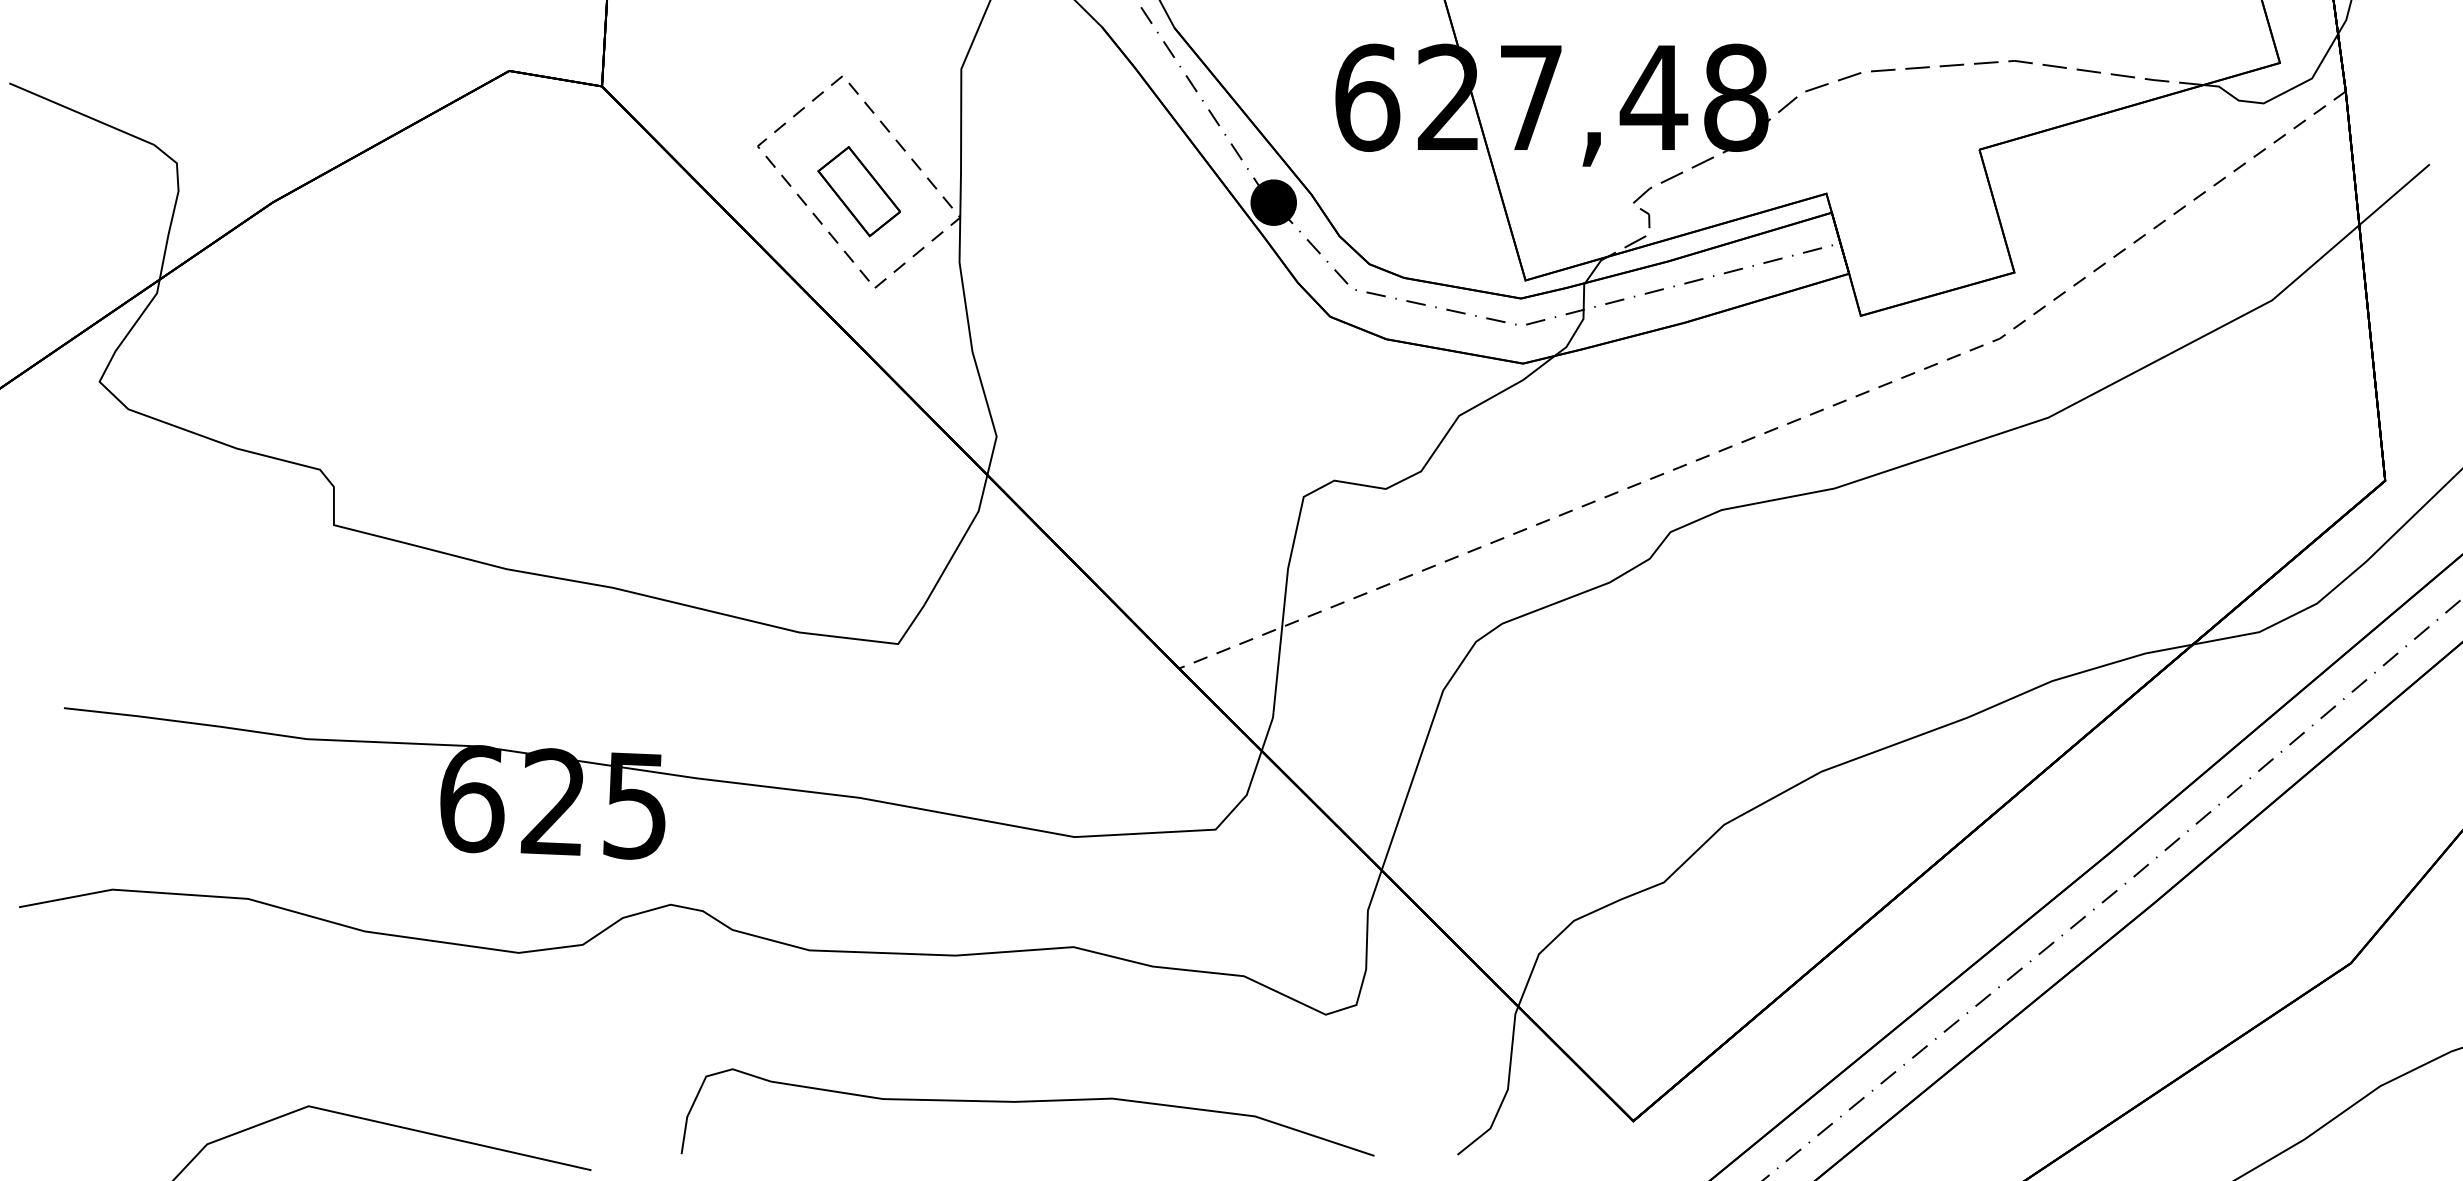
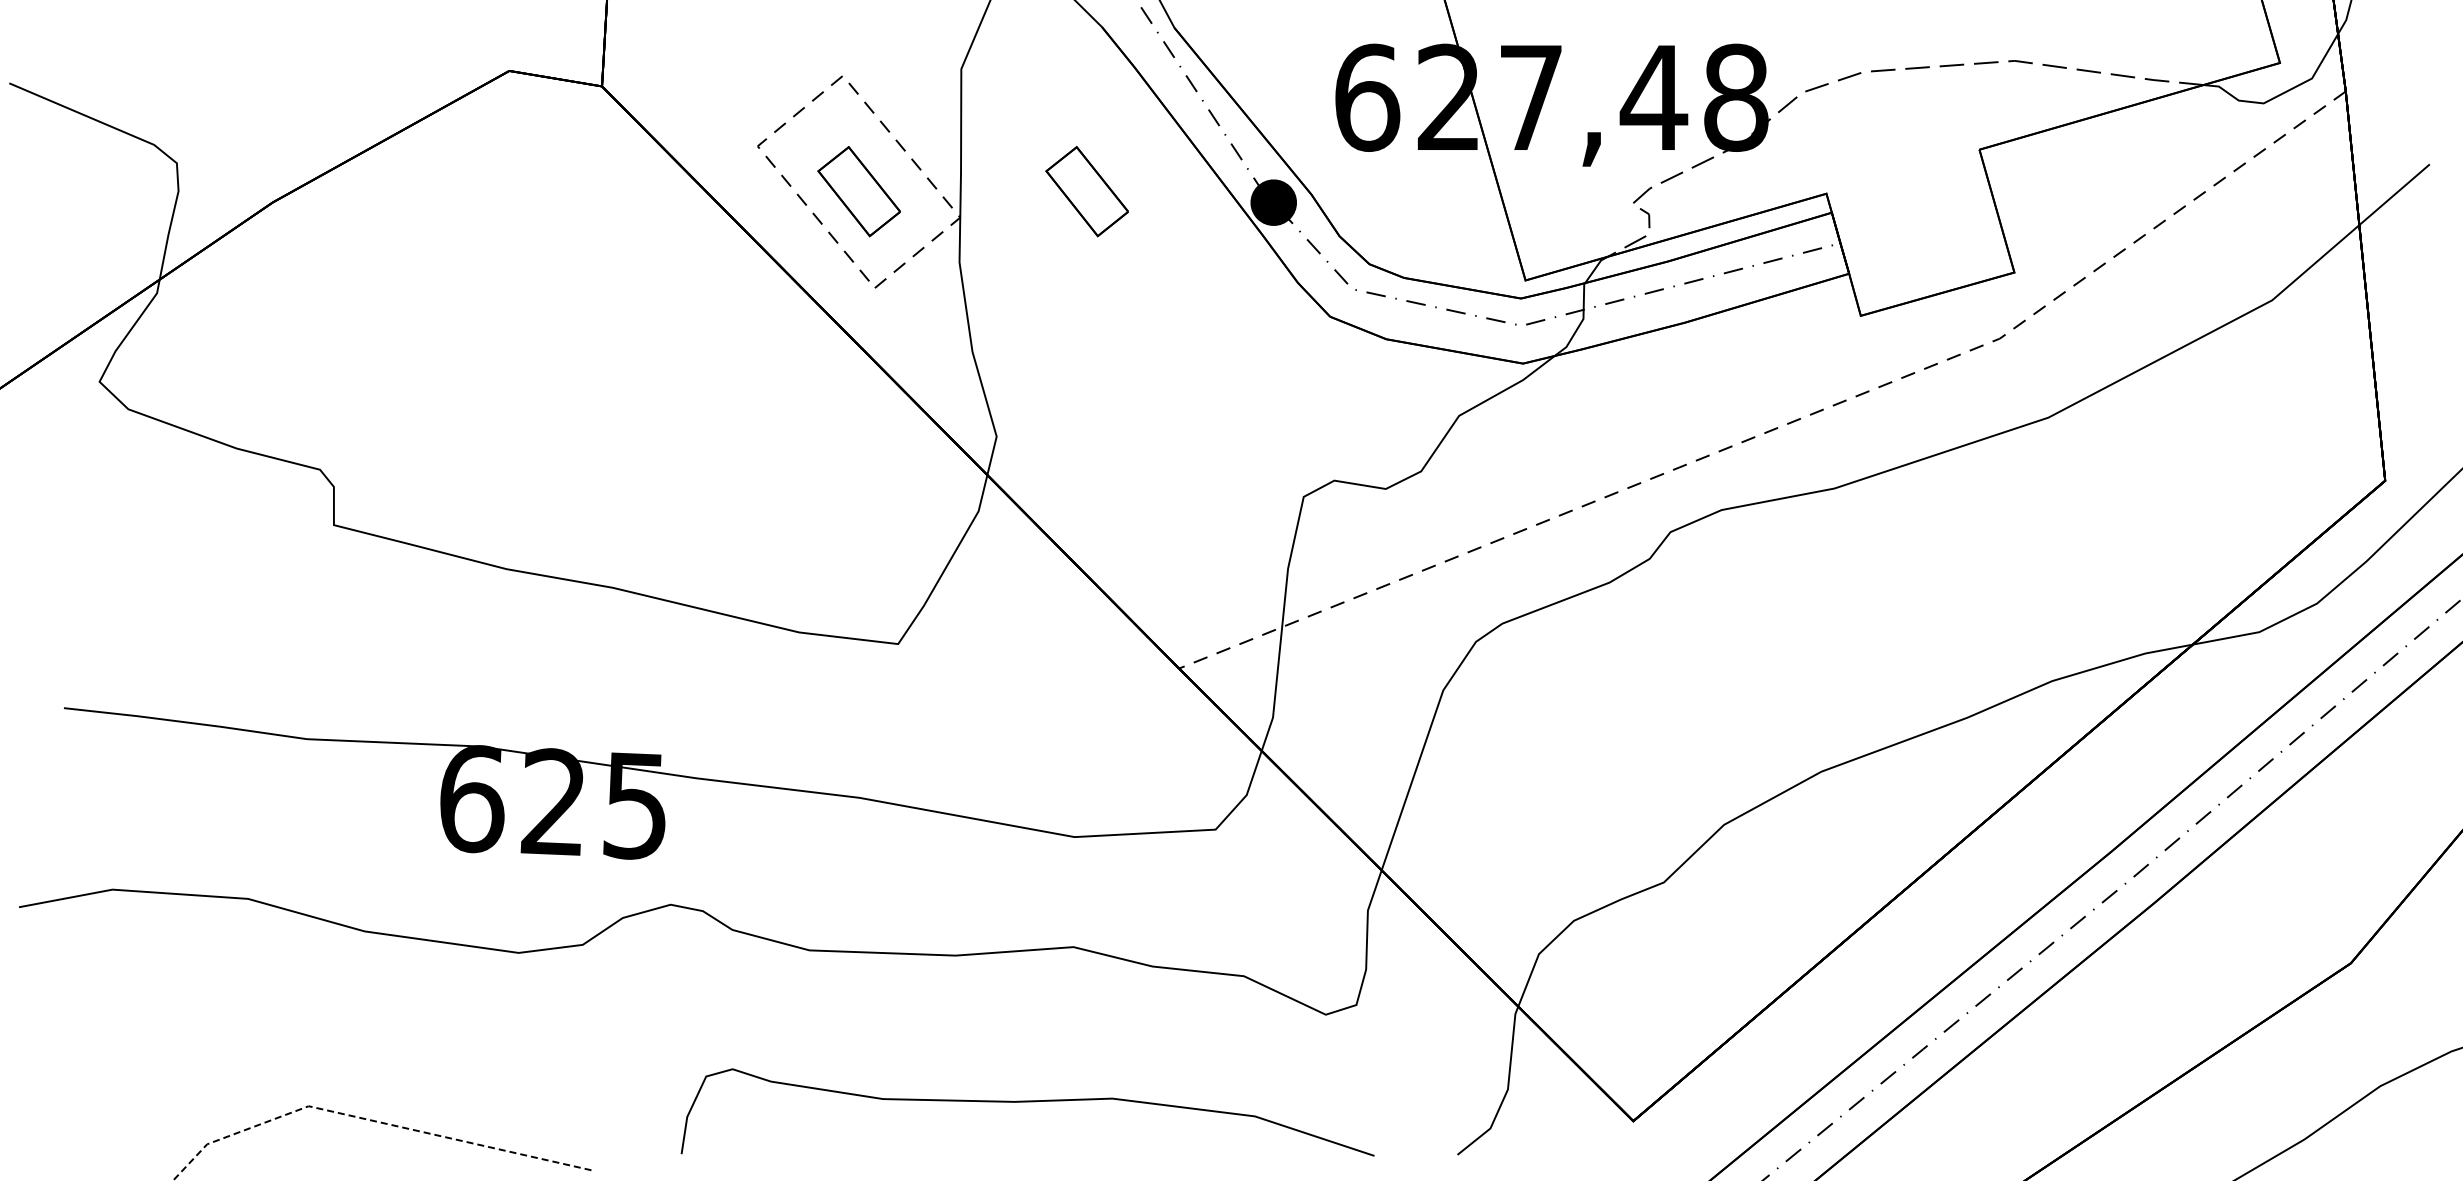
part at (1086, 191): none -> present
line at (371, 1120): solid -> dashed
